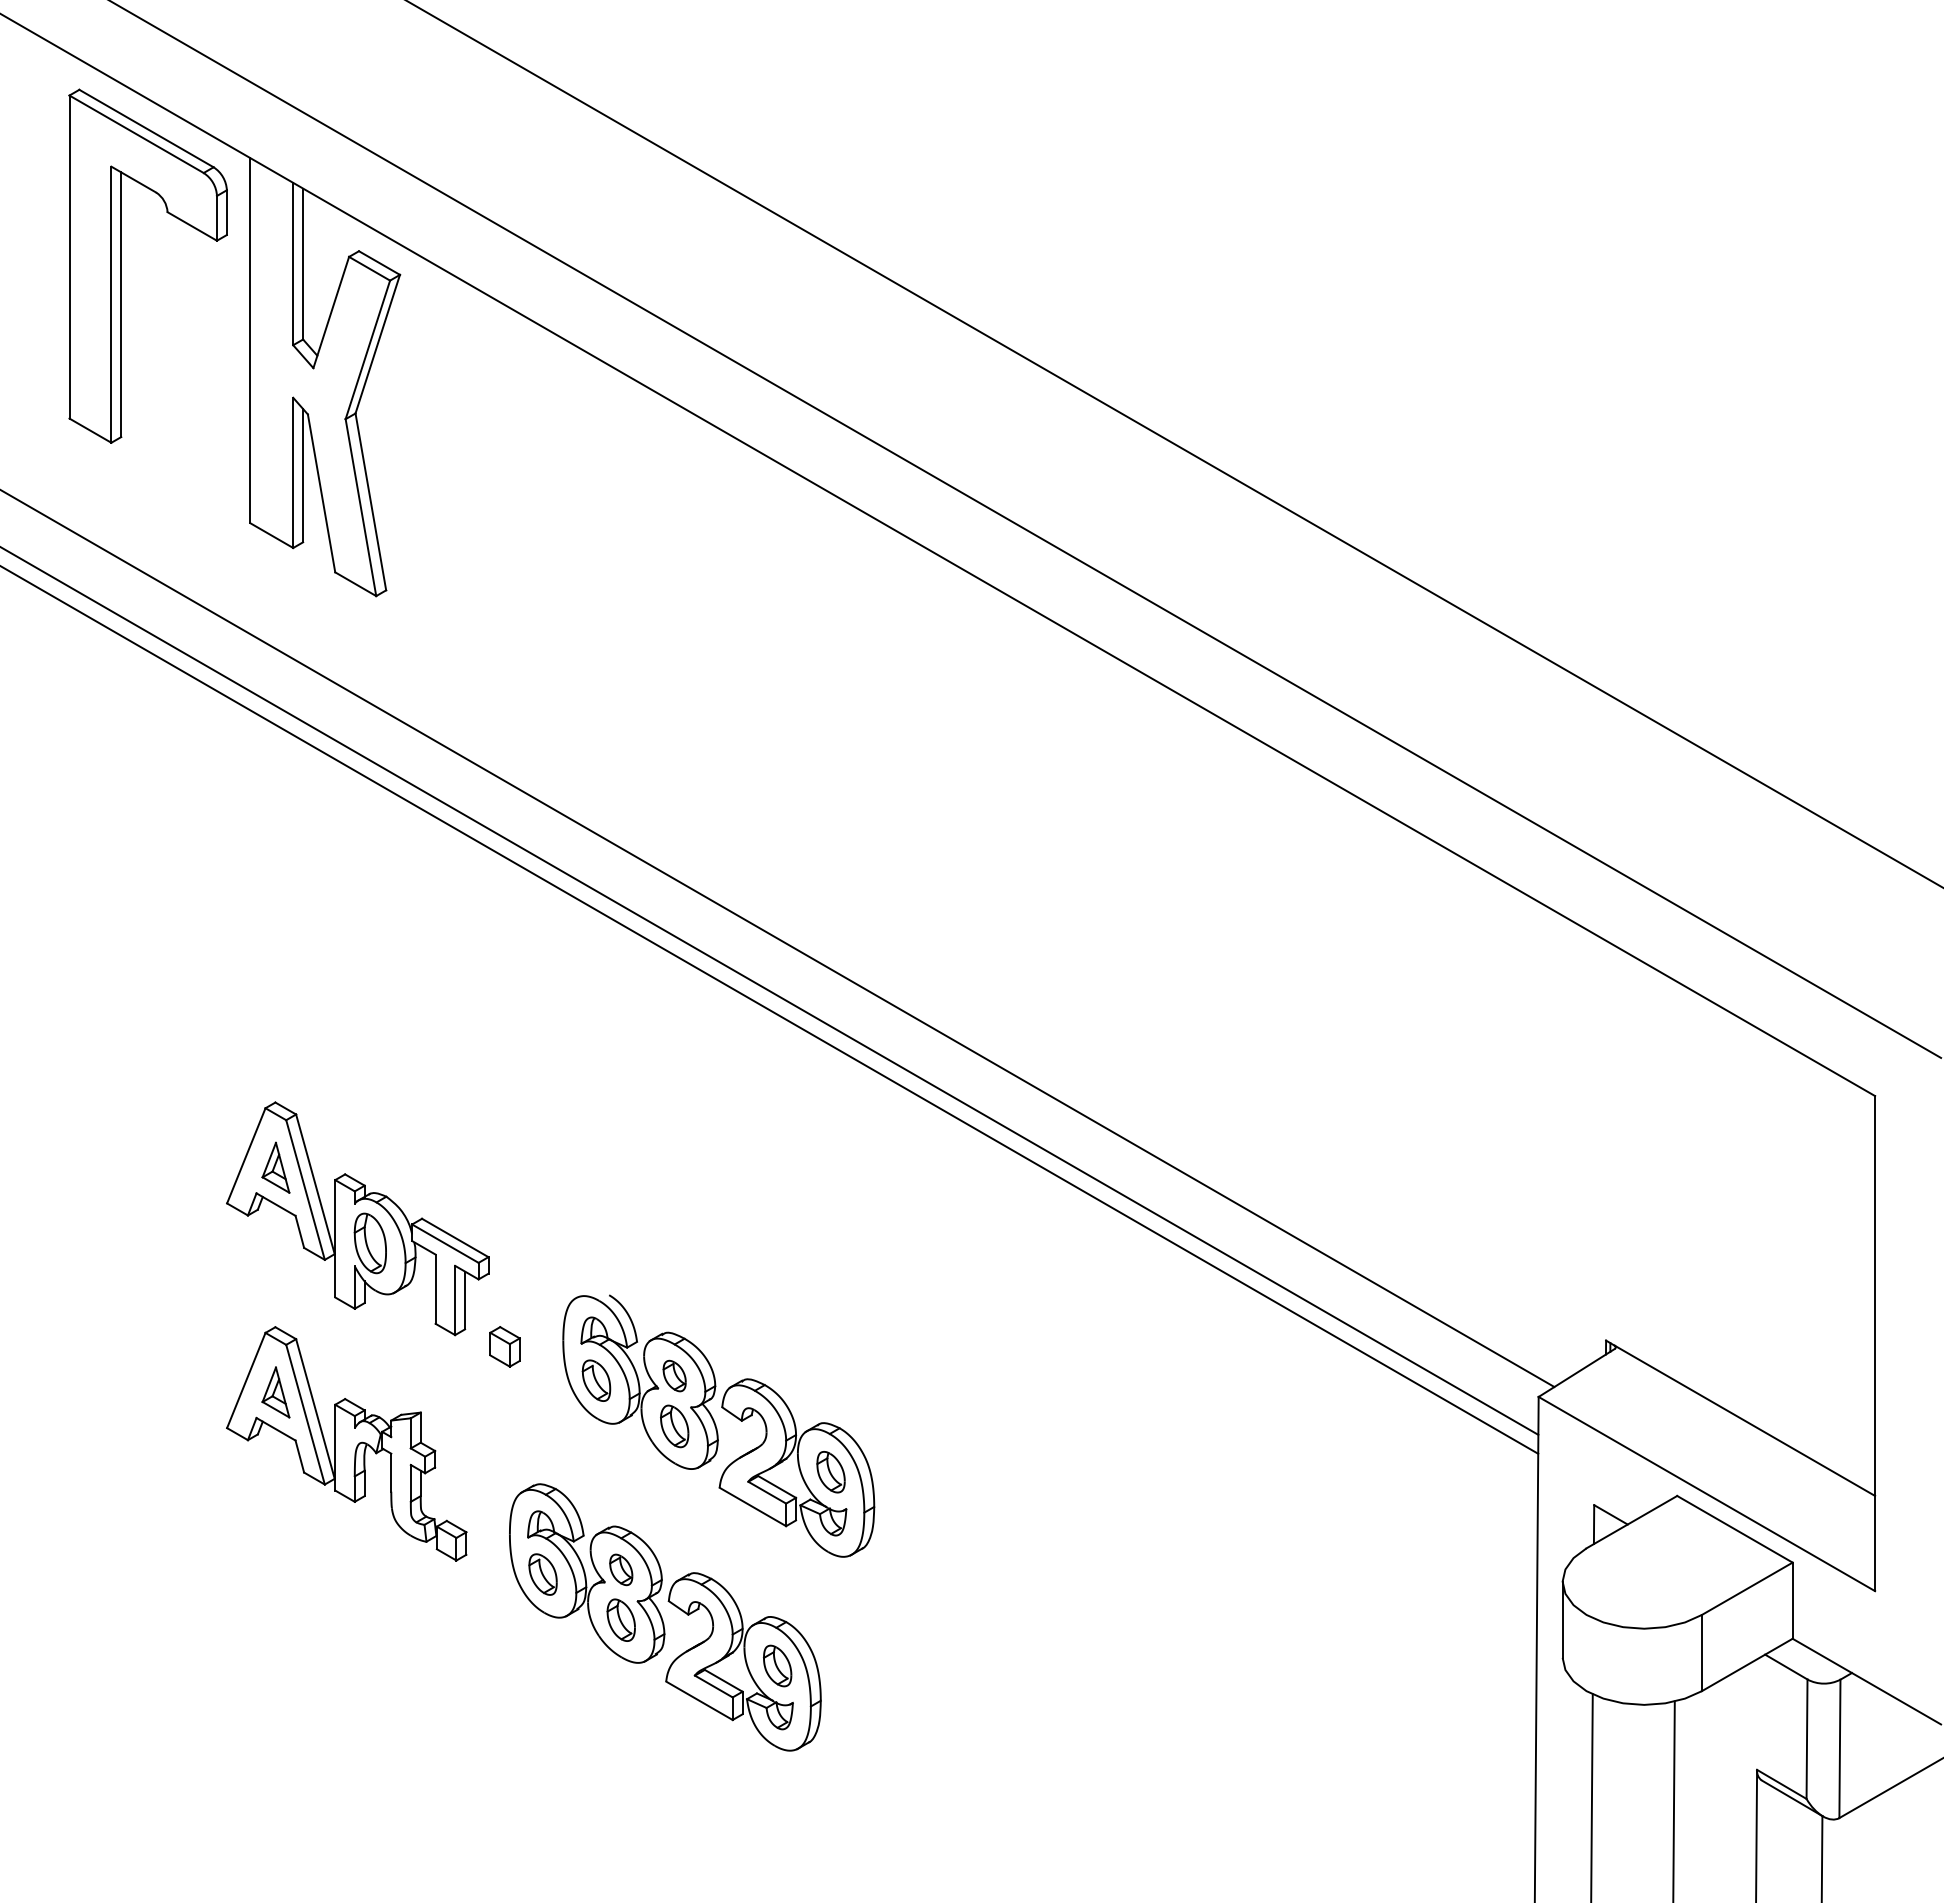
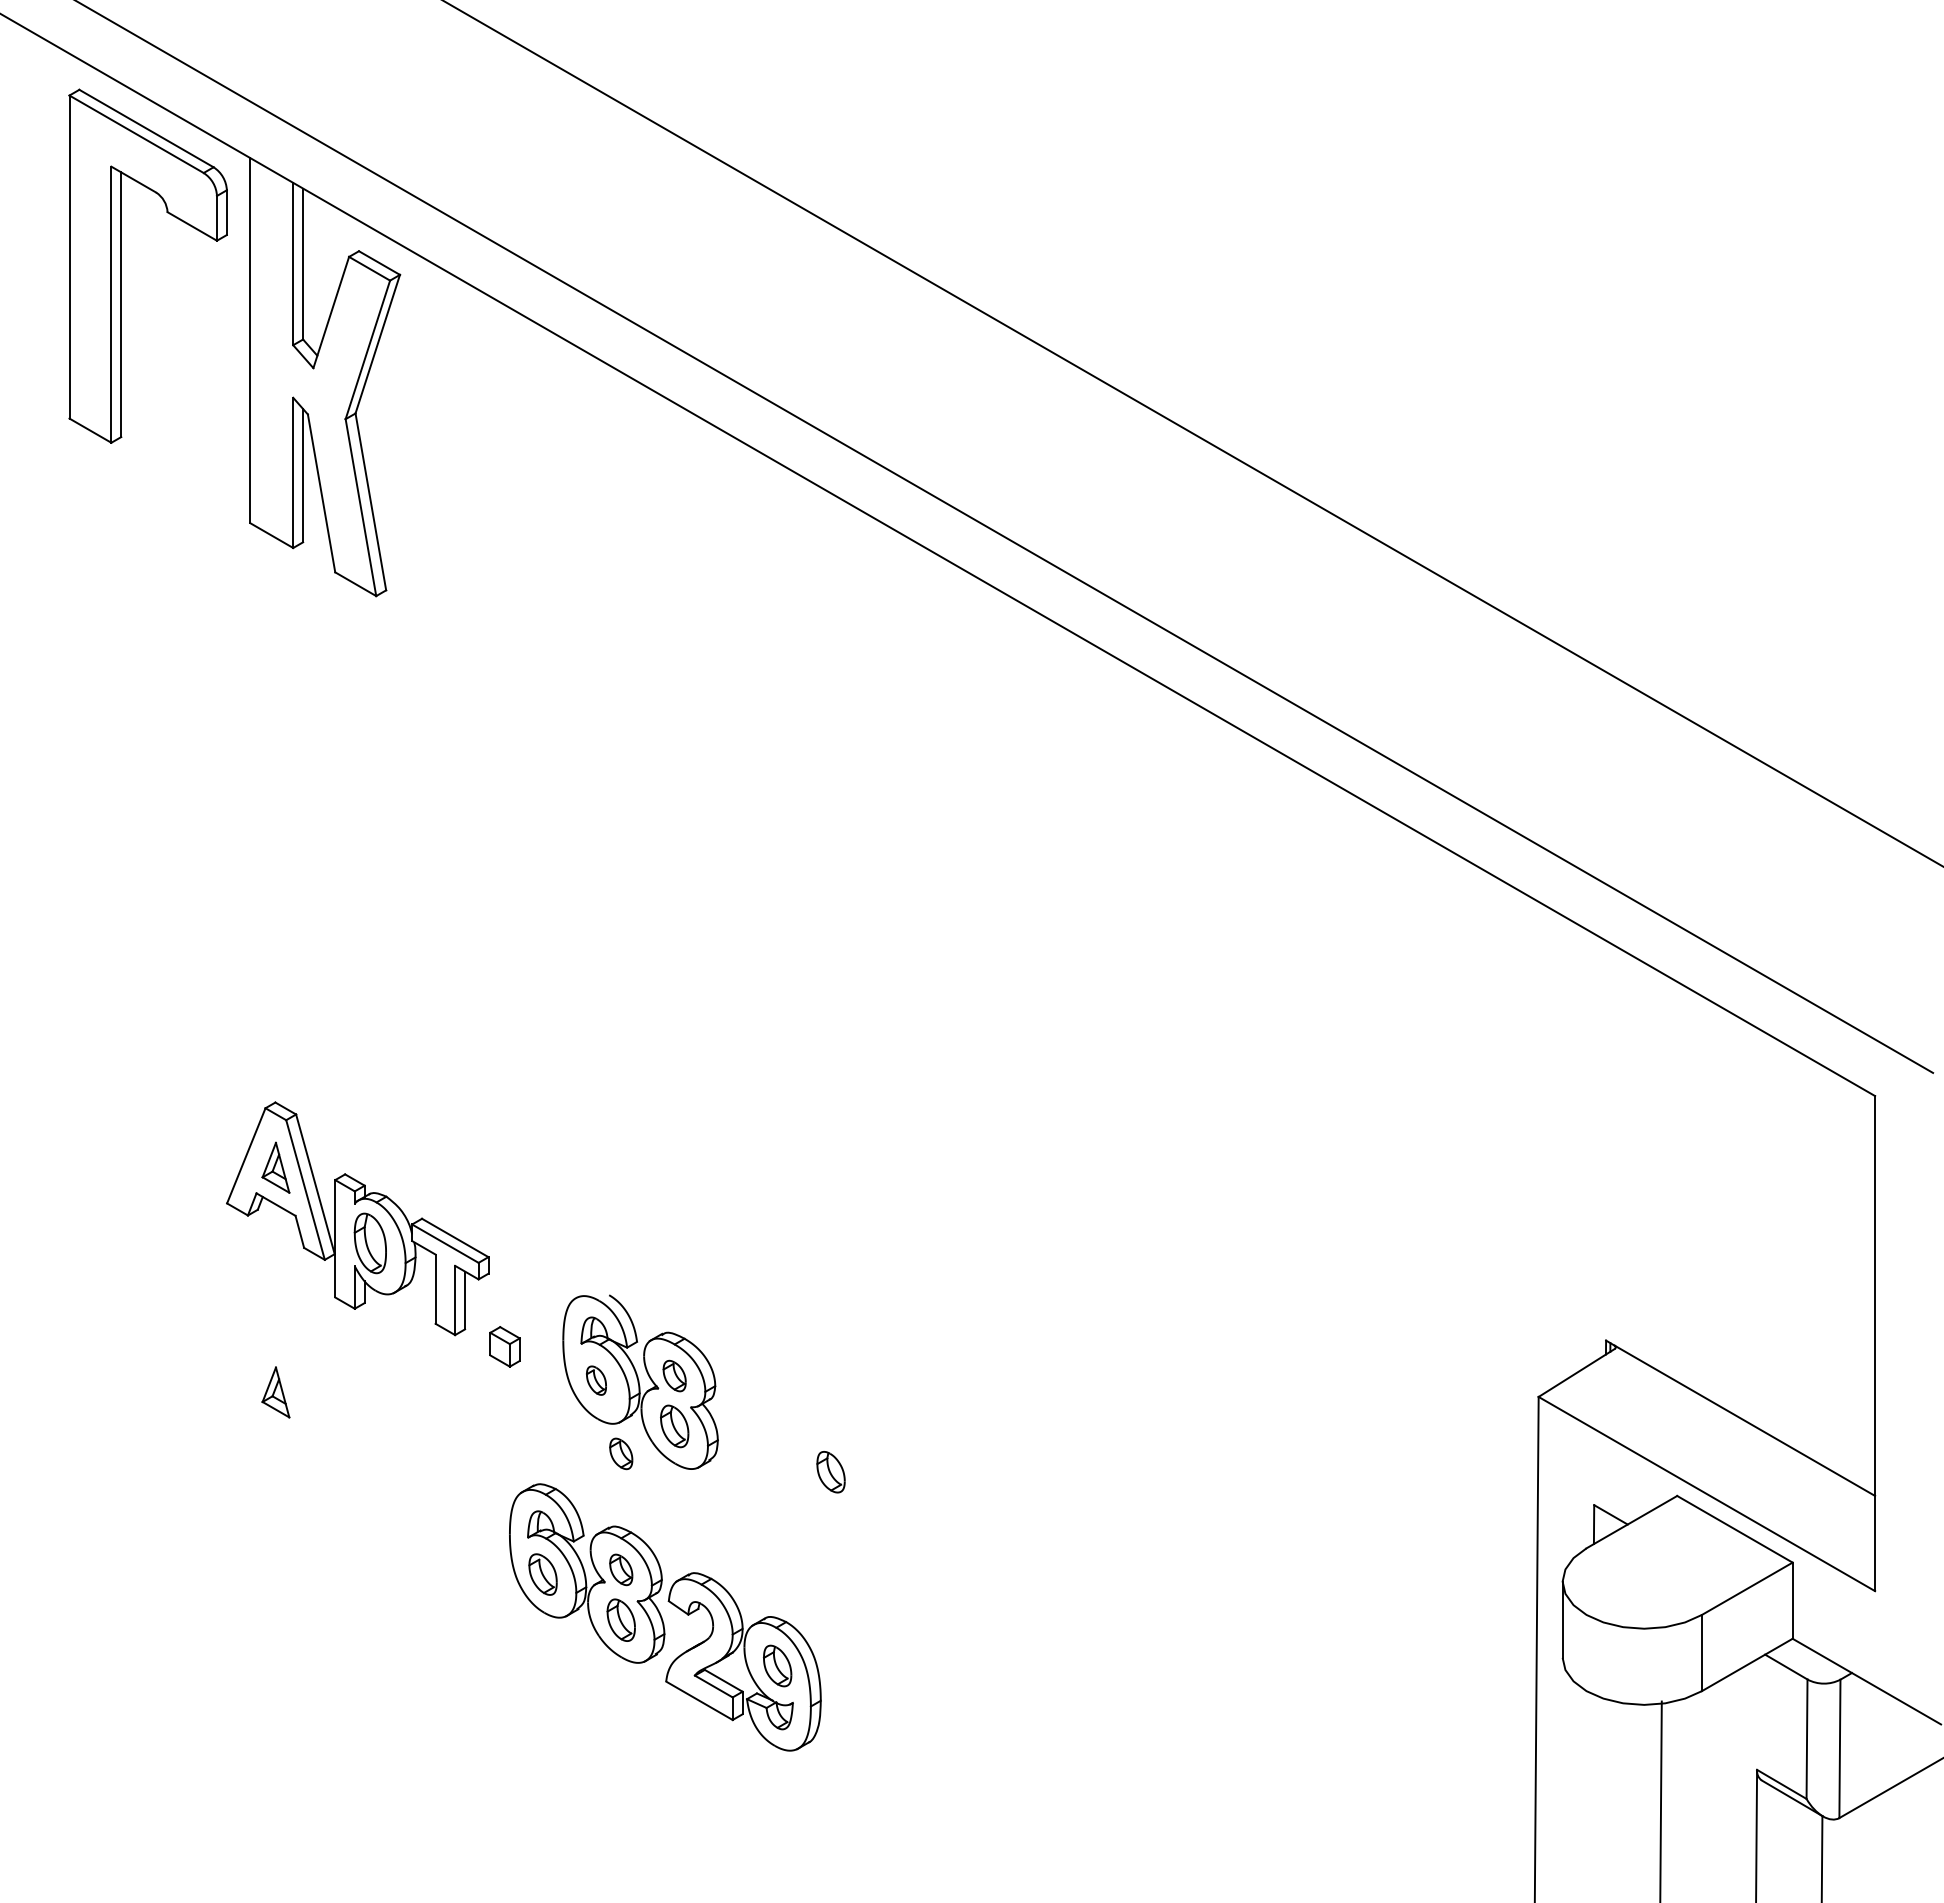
line at (1174, 444) position: (1174, 444) -> (1193, 433)
line at (1025, 529) position: (1025, 529) -> (1005, 537)
line at (778, 938): present -> none
line at (770, 991): present -> none
line at (770, 1010): present -> none
part at (596, 1380) size: 31x43 px -> 21x31 px
part at (346, 1443): present -> none
part at (621, 1453): none -> present
part at (796, 1467): present -> none
line at (1591, 1796): present -> none
line at (1673, 1800) position: (1673, 1800) -> (1660, 1800)
